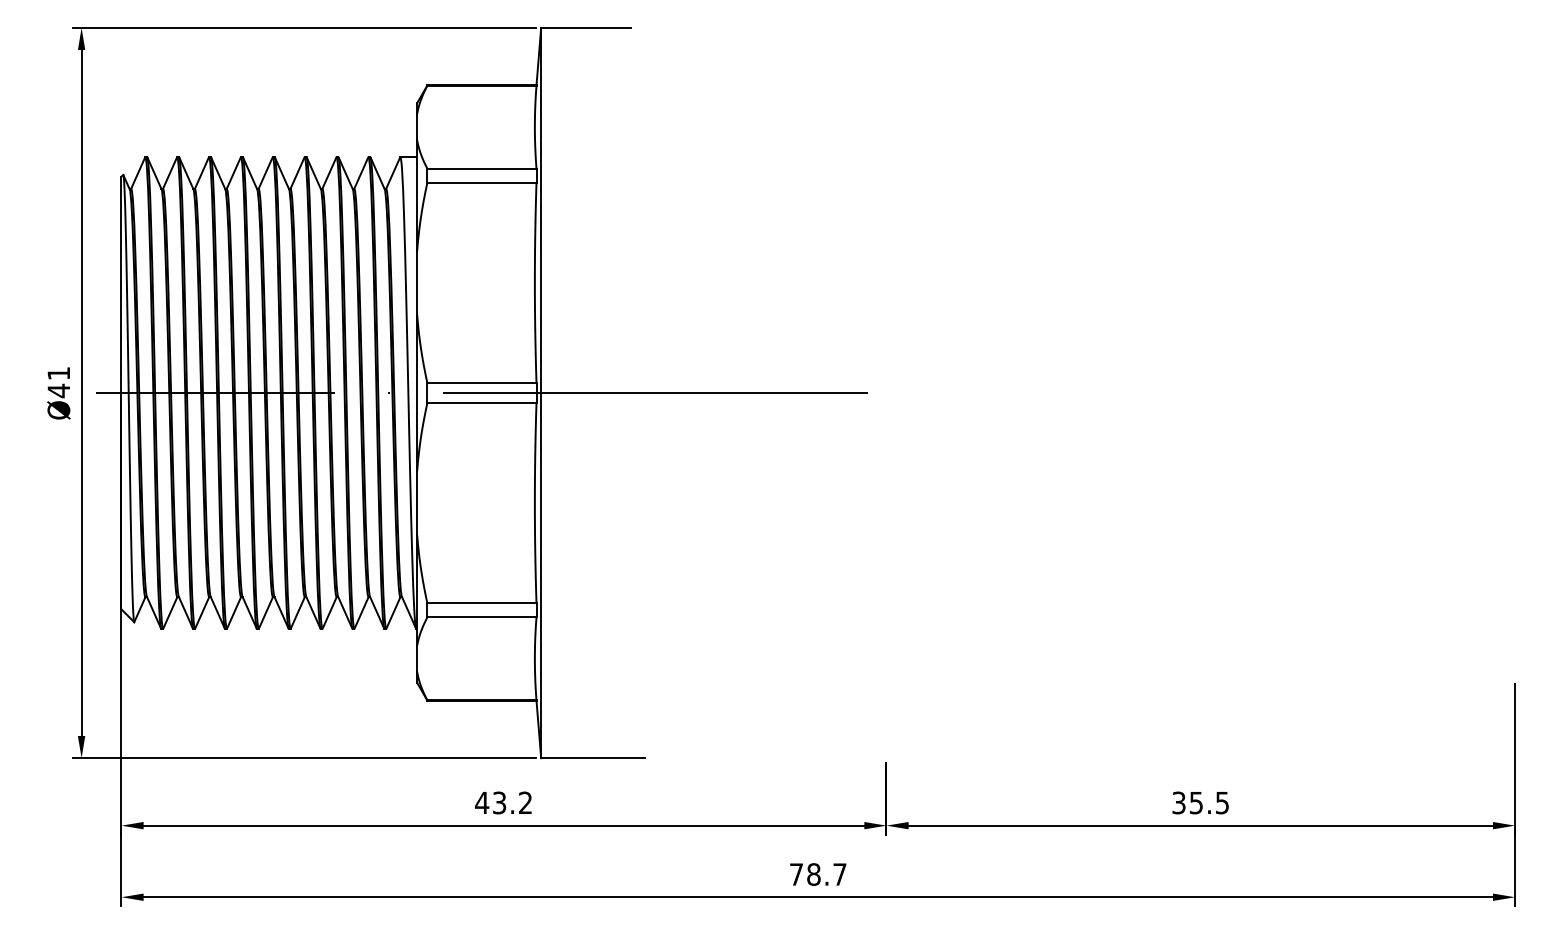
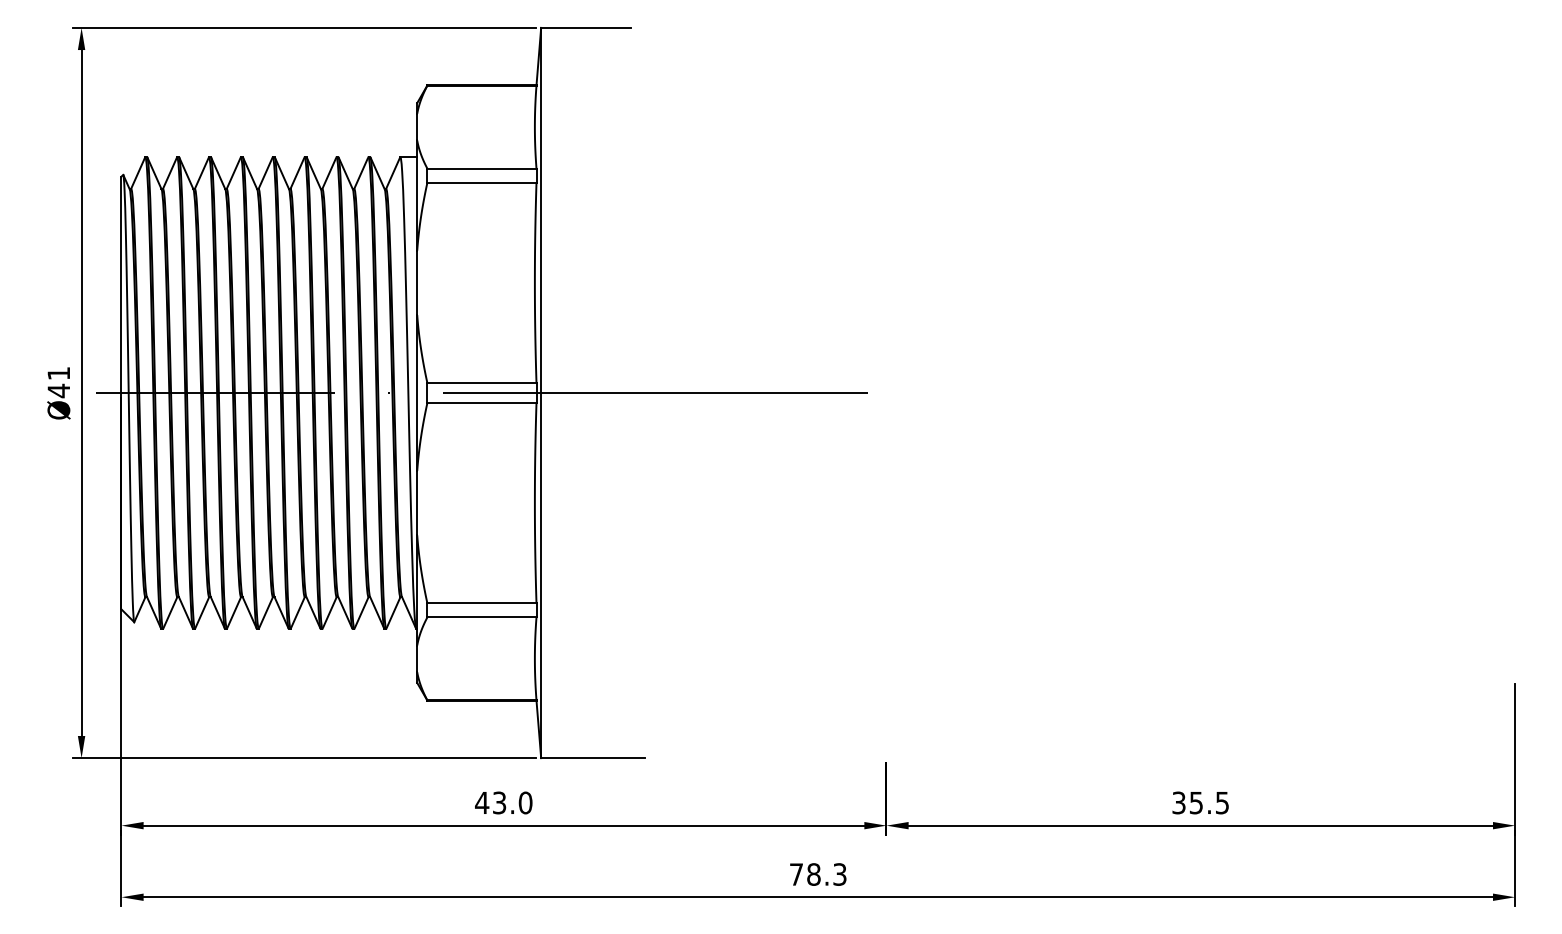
text at (525, 802): 43.2 -> 43.0
text at (839, 874): 78.7 -> 78.3
